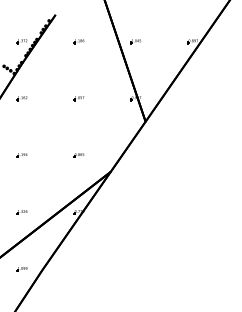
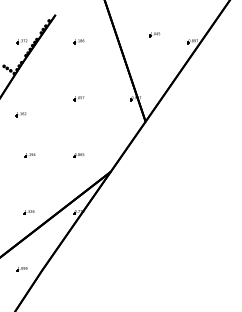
part at (135, 41) position: (135, 41) -> (154, 34)
part at (21, 98) position: (21, 98) -> (20, 114)
part at (21, 155) position: (21, 155) -> (29, 155)
part at (21, 212) position: (21, 212) -> (28, 212)
